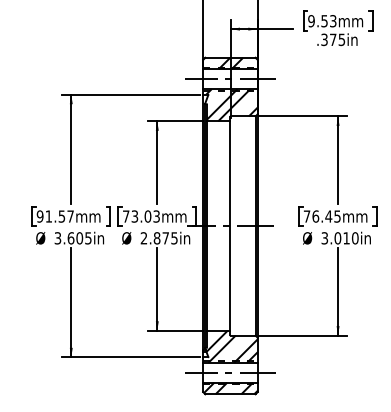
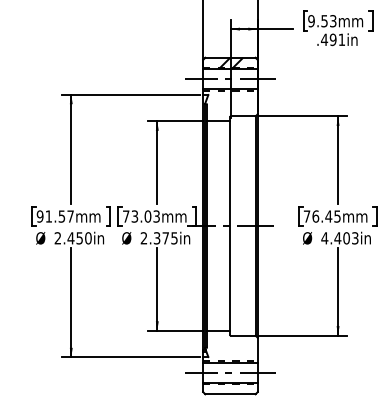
text at (332, 39): .375in -> .491in
hatch at (231, 105): present -> none
text at (72, 238): 3.605in -> 2.450in
text at (156, 238): 2.875in -> 2.375in
text at (339, 238): 3.010in -> 4.403in
hatch at (231, 346): present -> none
hatch at (230, 388): present -> none
